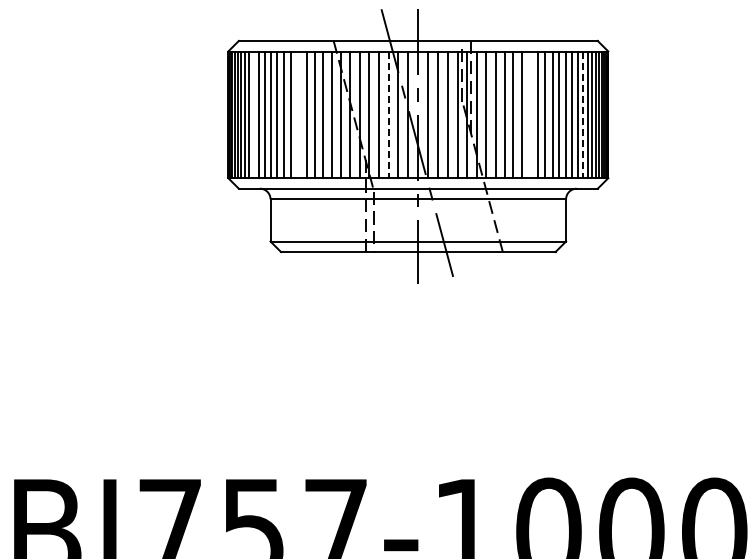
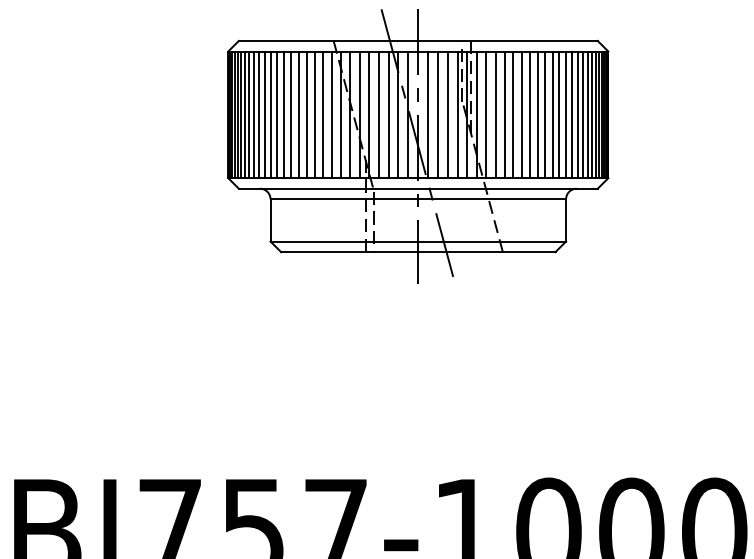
line at (253, 114): none -> present
line at (298, 114): none -> present
line at (529, 114): none -> present
line at (388, 115): dashed -> solid
line at (582, 115): dashed -> solid
